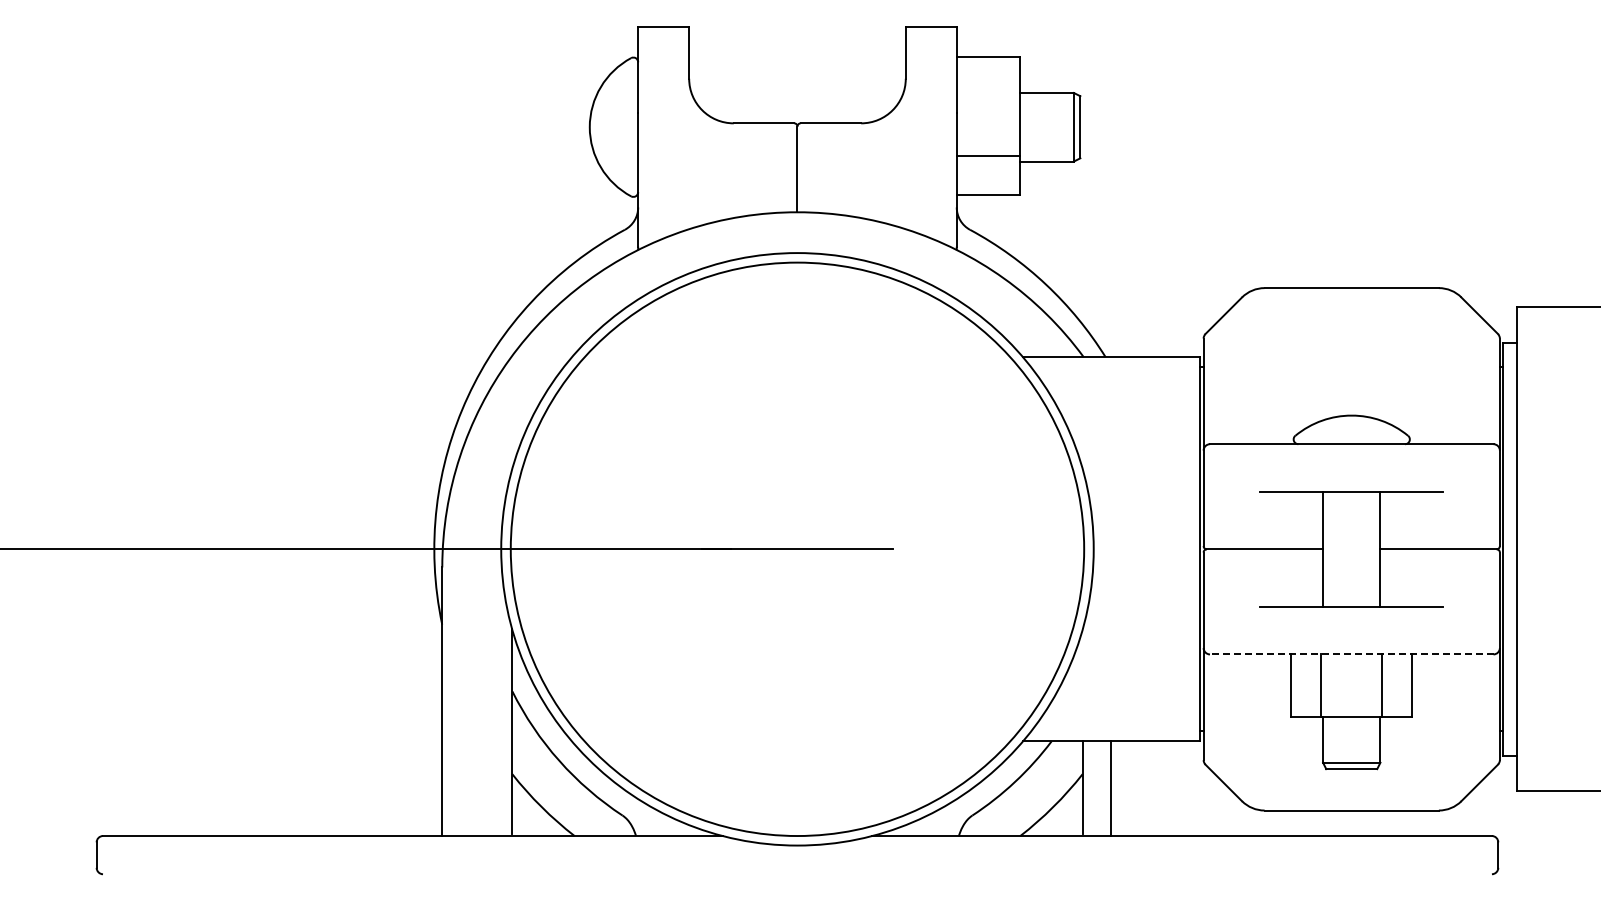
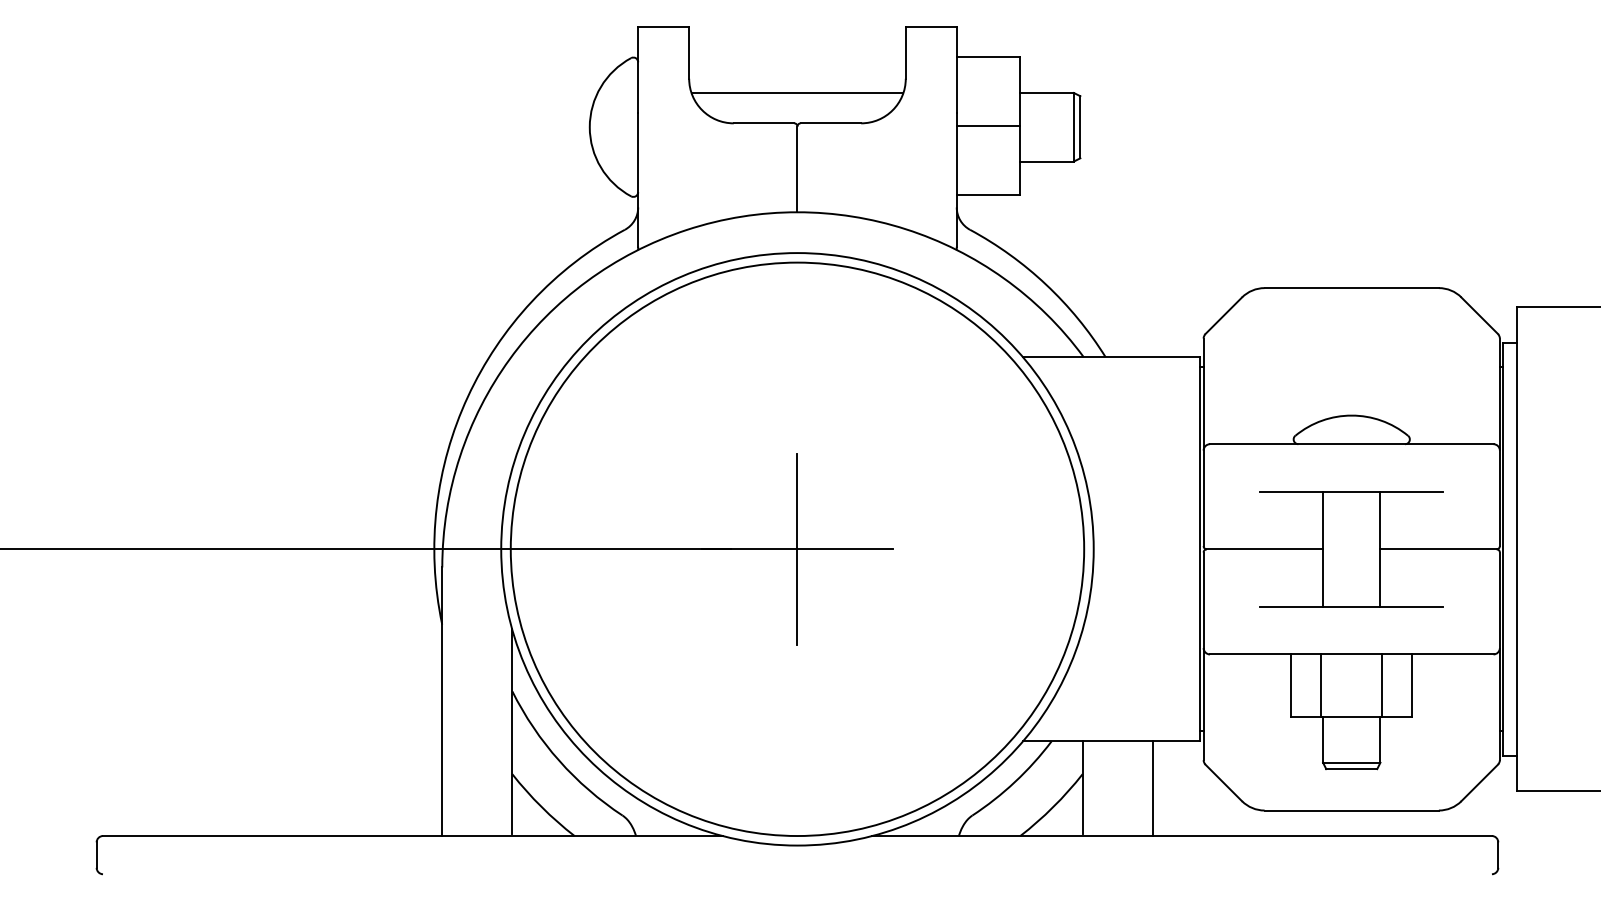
line at (797, 93): none -> present
line at (987, 156) position: (987, 156) -> (987, 126)
line at (797, 548): none -> present
line at (1351, 654): dashed -> solid
line at (1110, 788) position: (1110, 788) -> (1152, 788)
